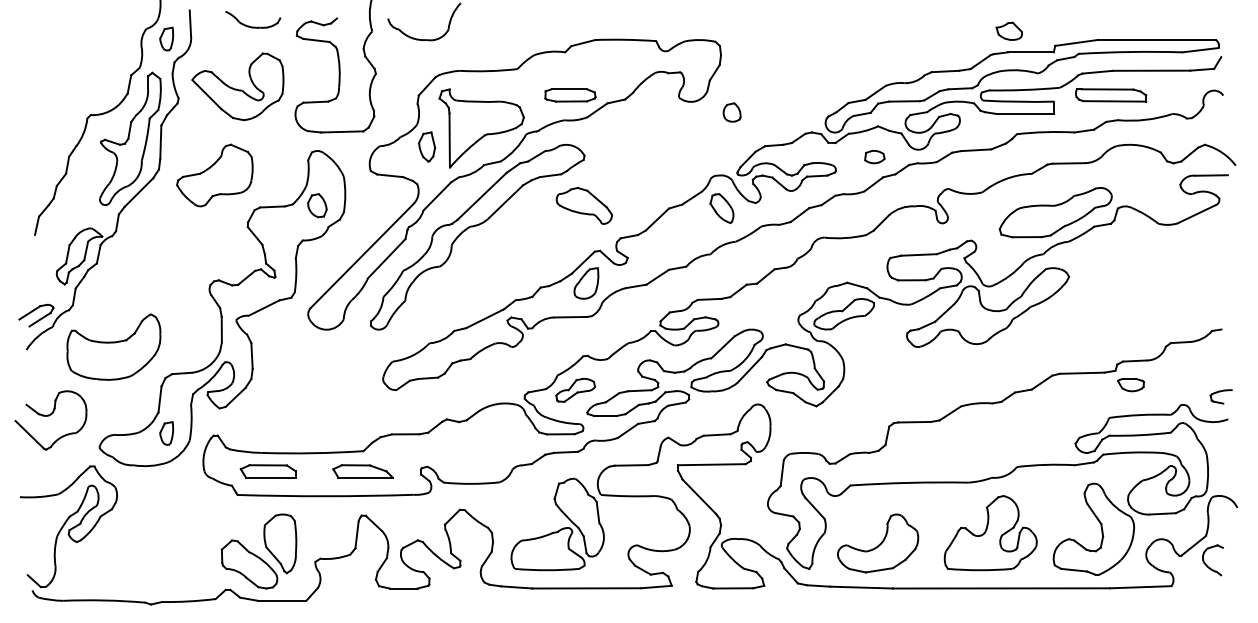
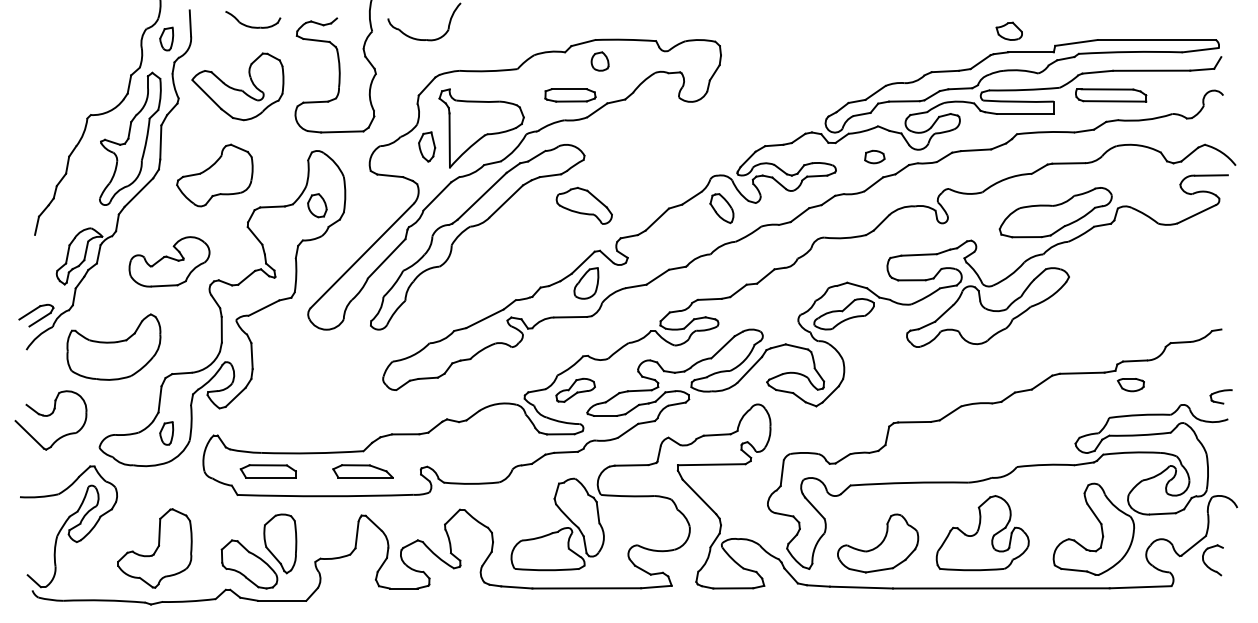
part at (731, 112) position: (731, 112) -> (599, 61)
part at (169, 261): none -> present
part at (990, 533) position: (990, 533) -> (982, 533)
part at (154, 548): none -> present
